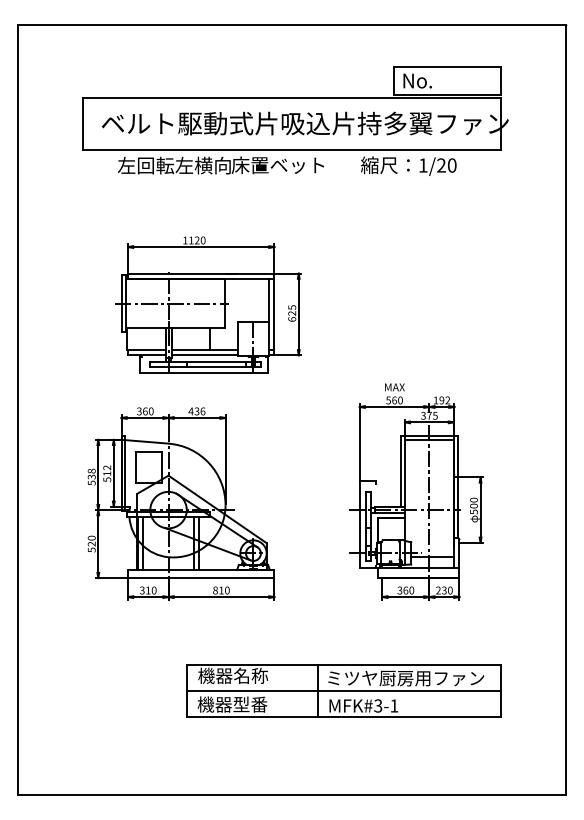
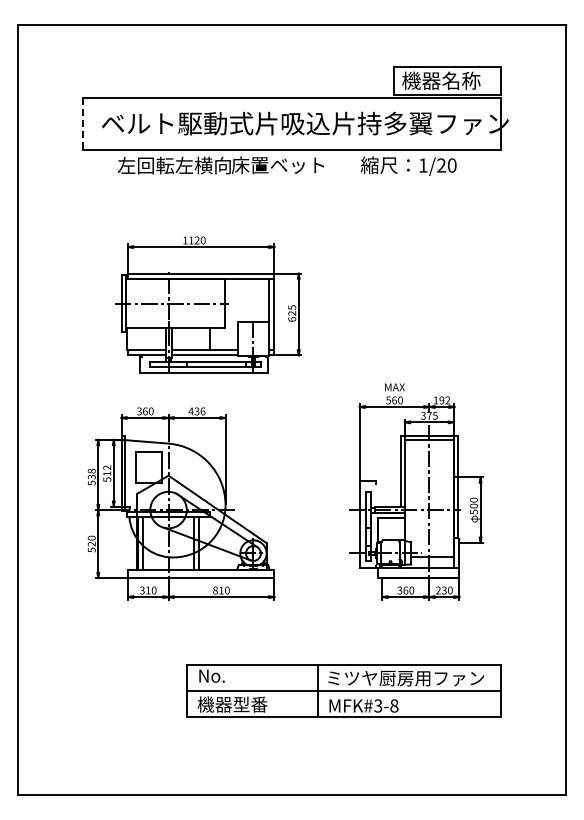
text at (441, 80): No. -> 機器名称
line at (82, 124): solid -> dashed
text at (233, 675): 機器名称 -> No.
text at (394, 705): MFK#3-1 -> MFK#3-8
